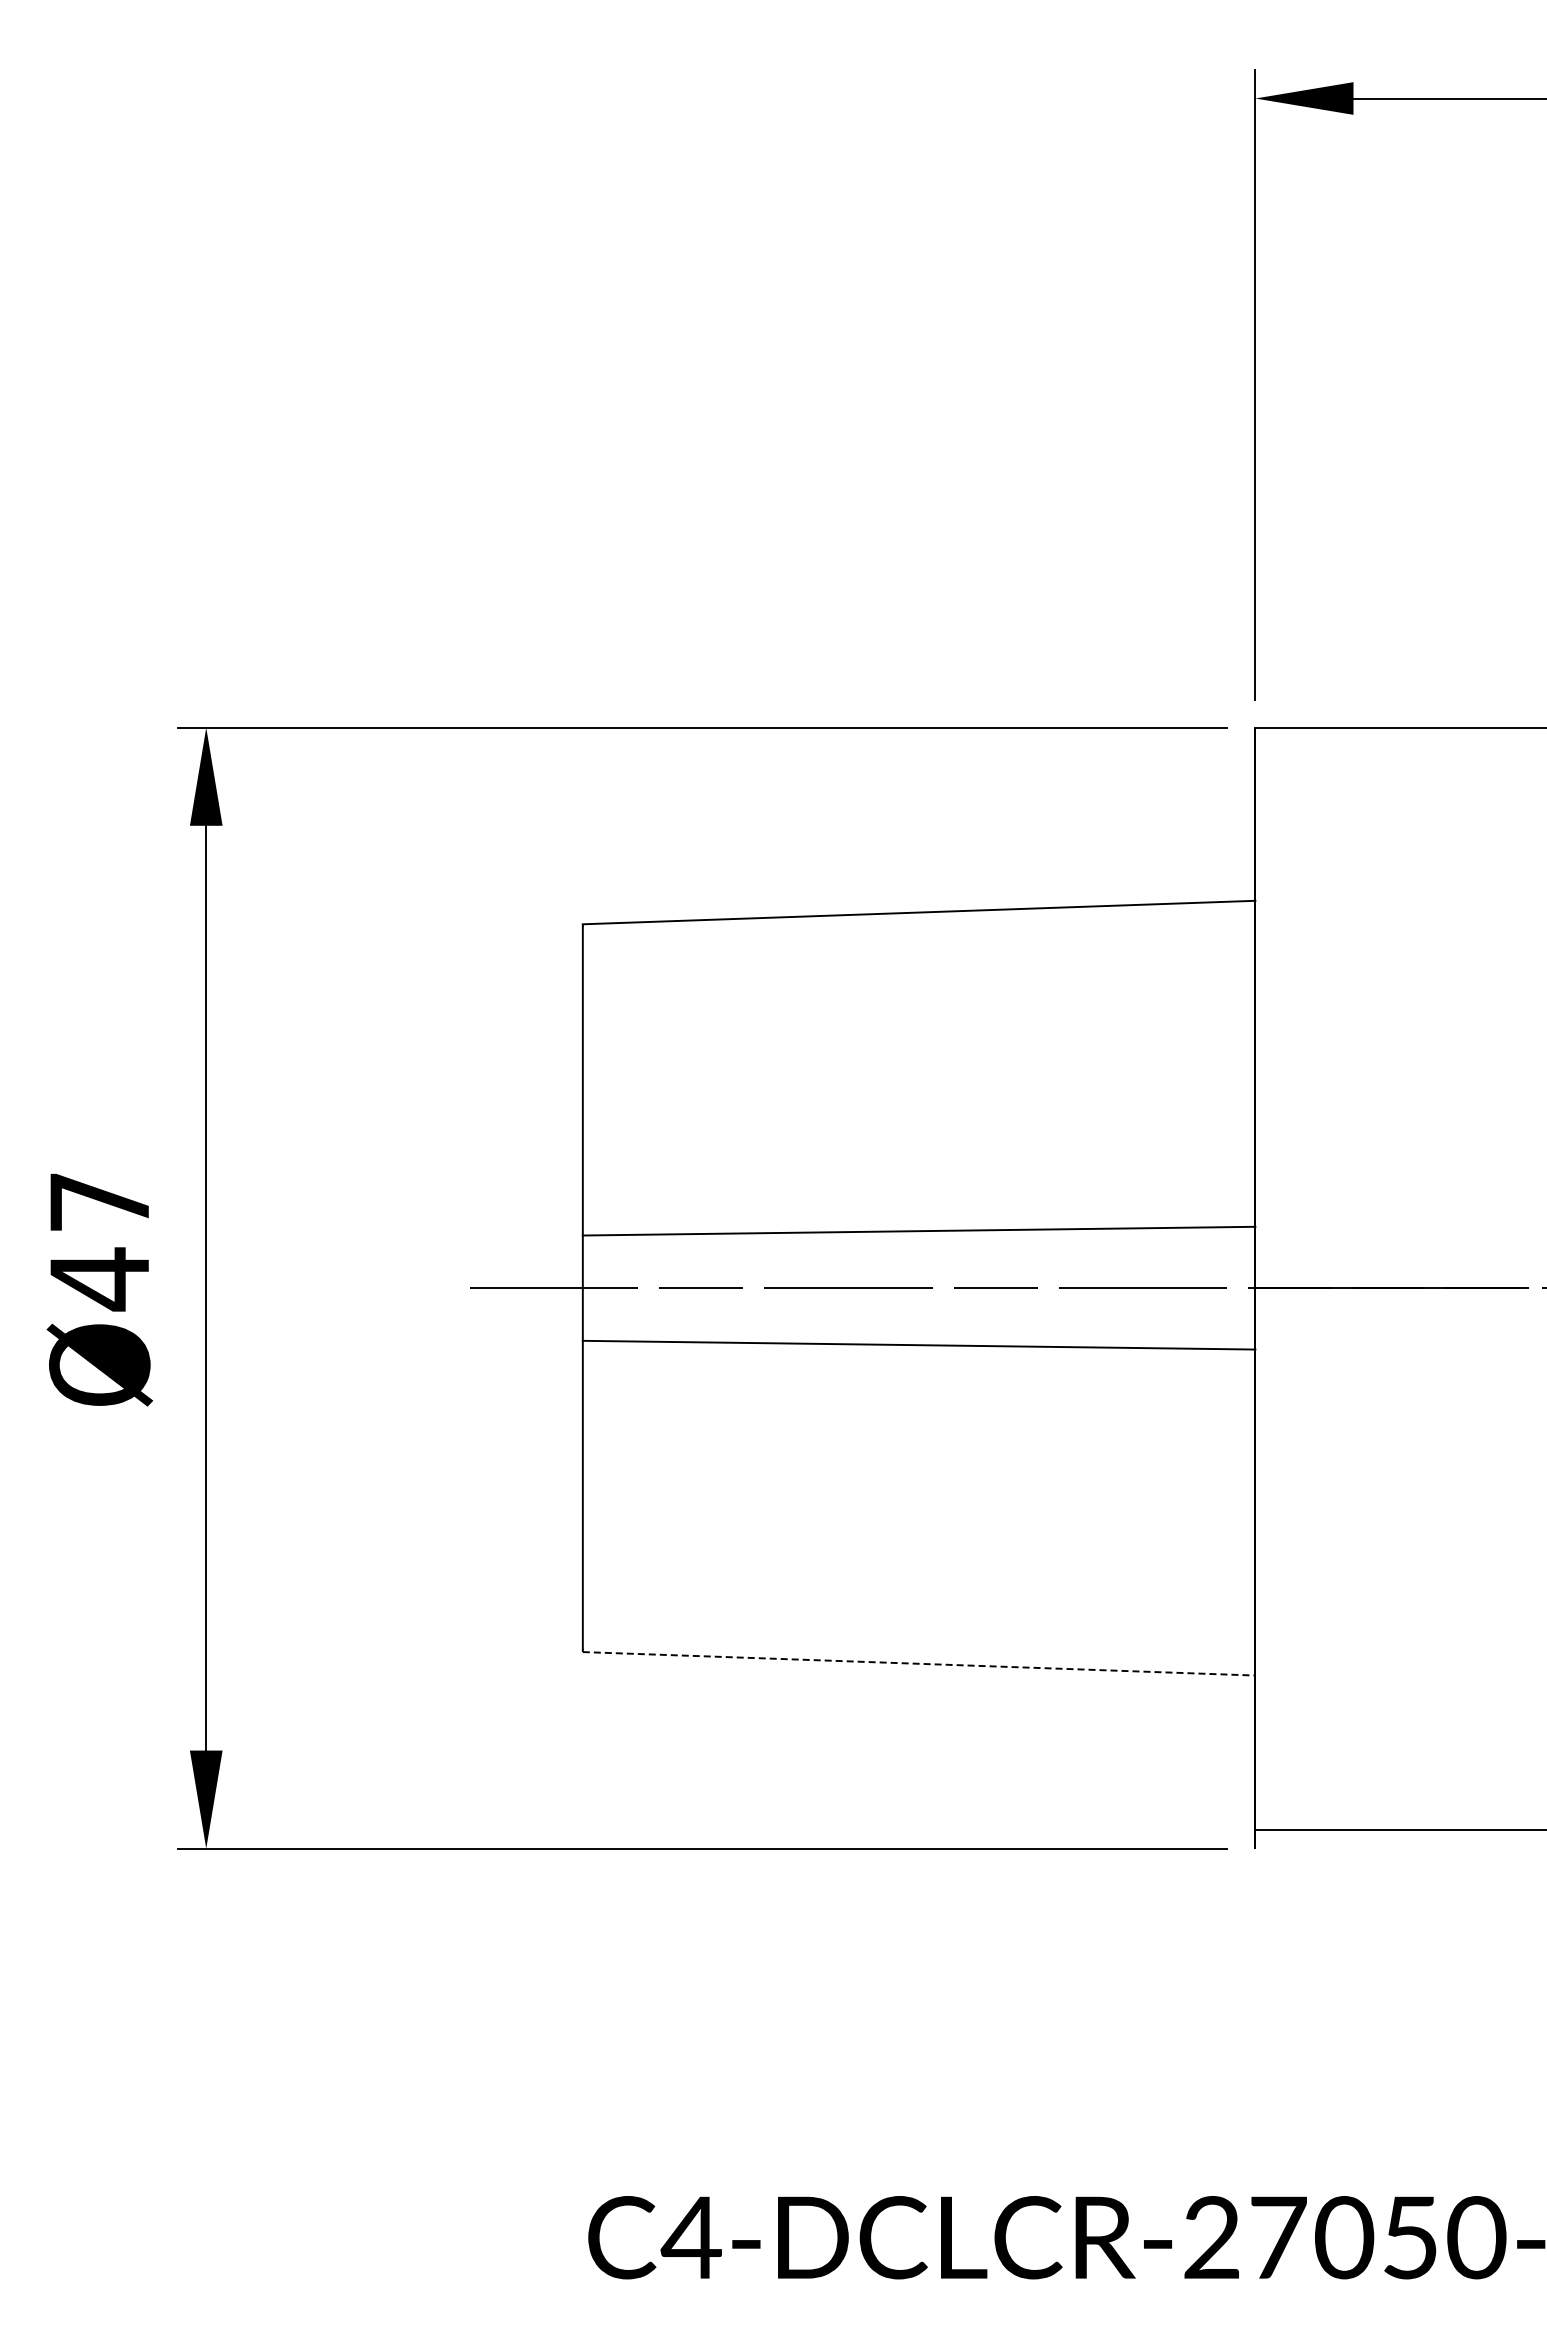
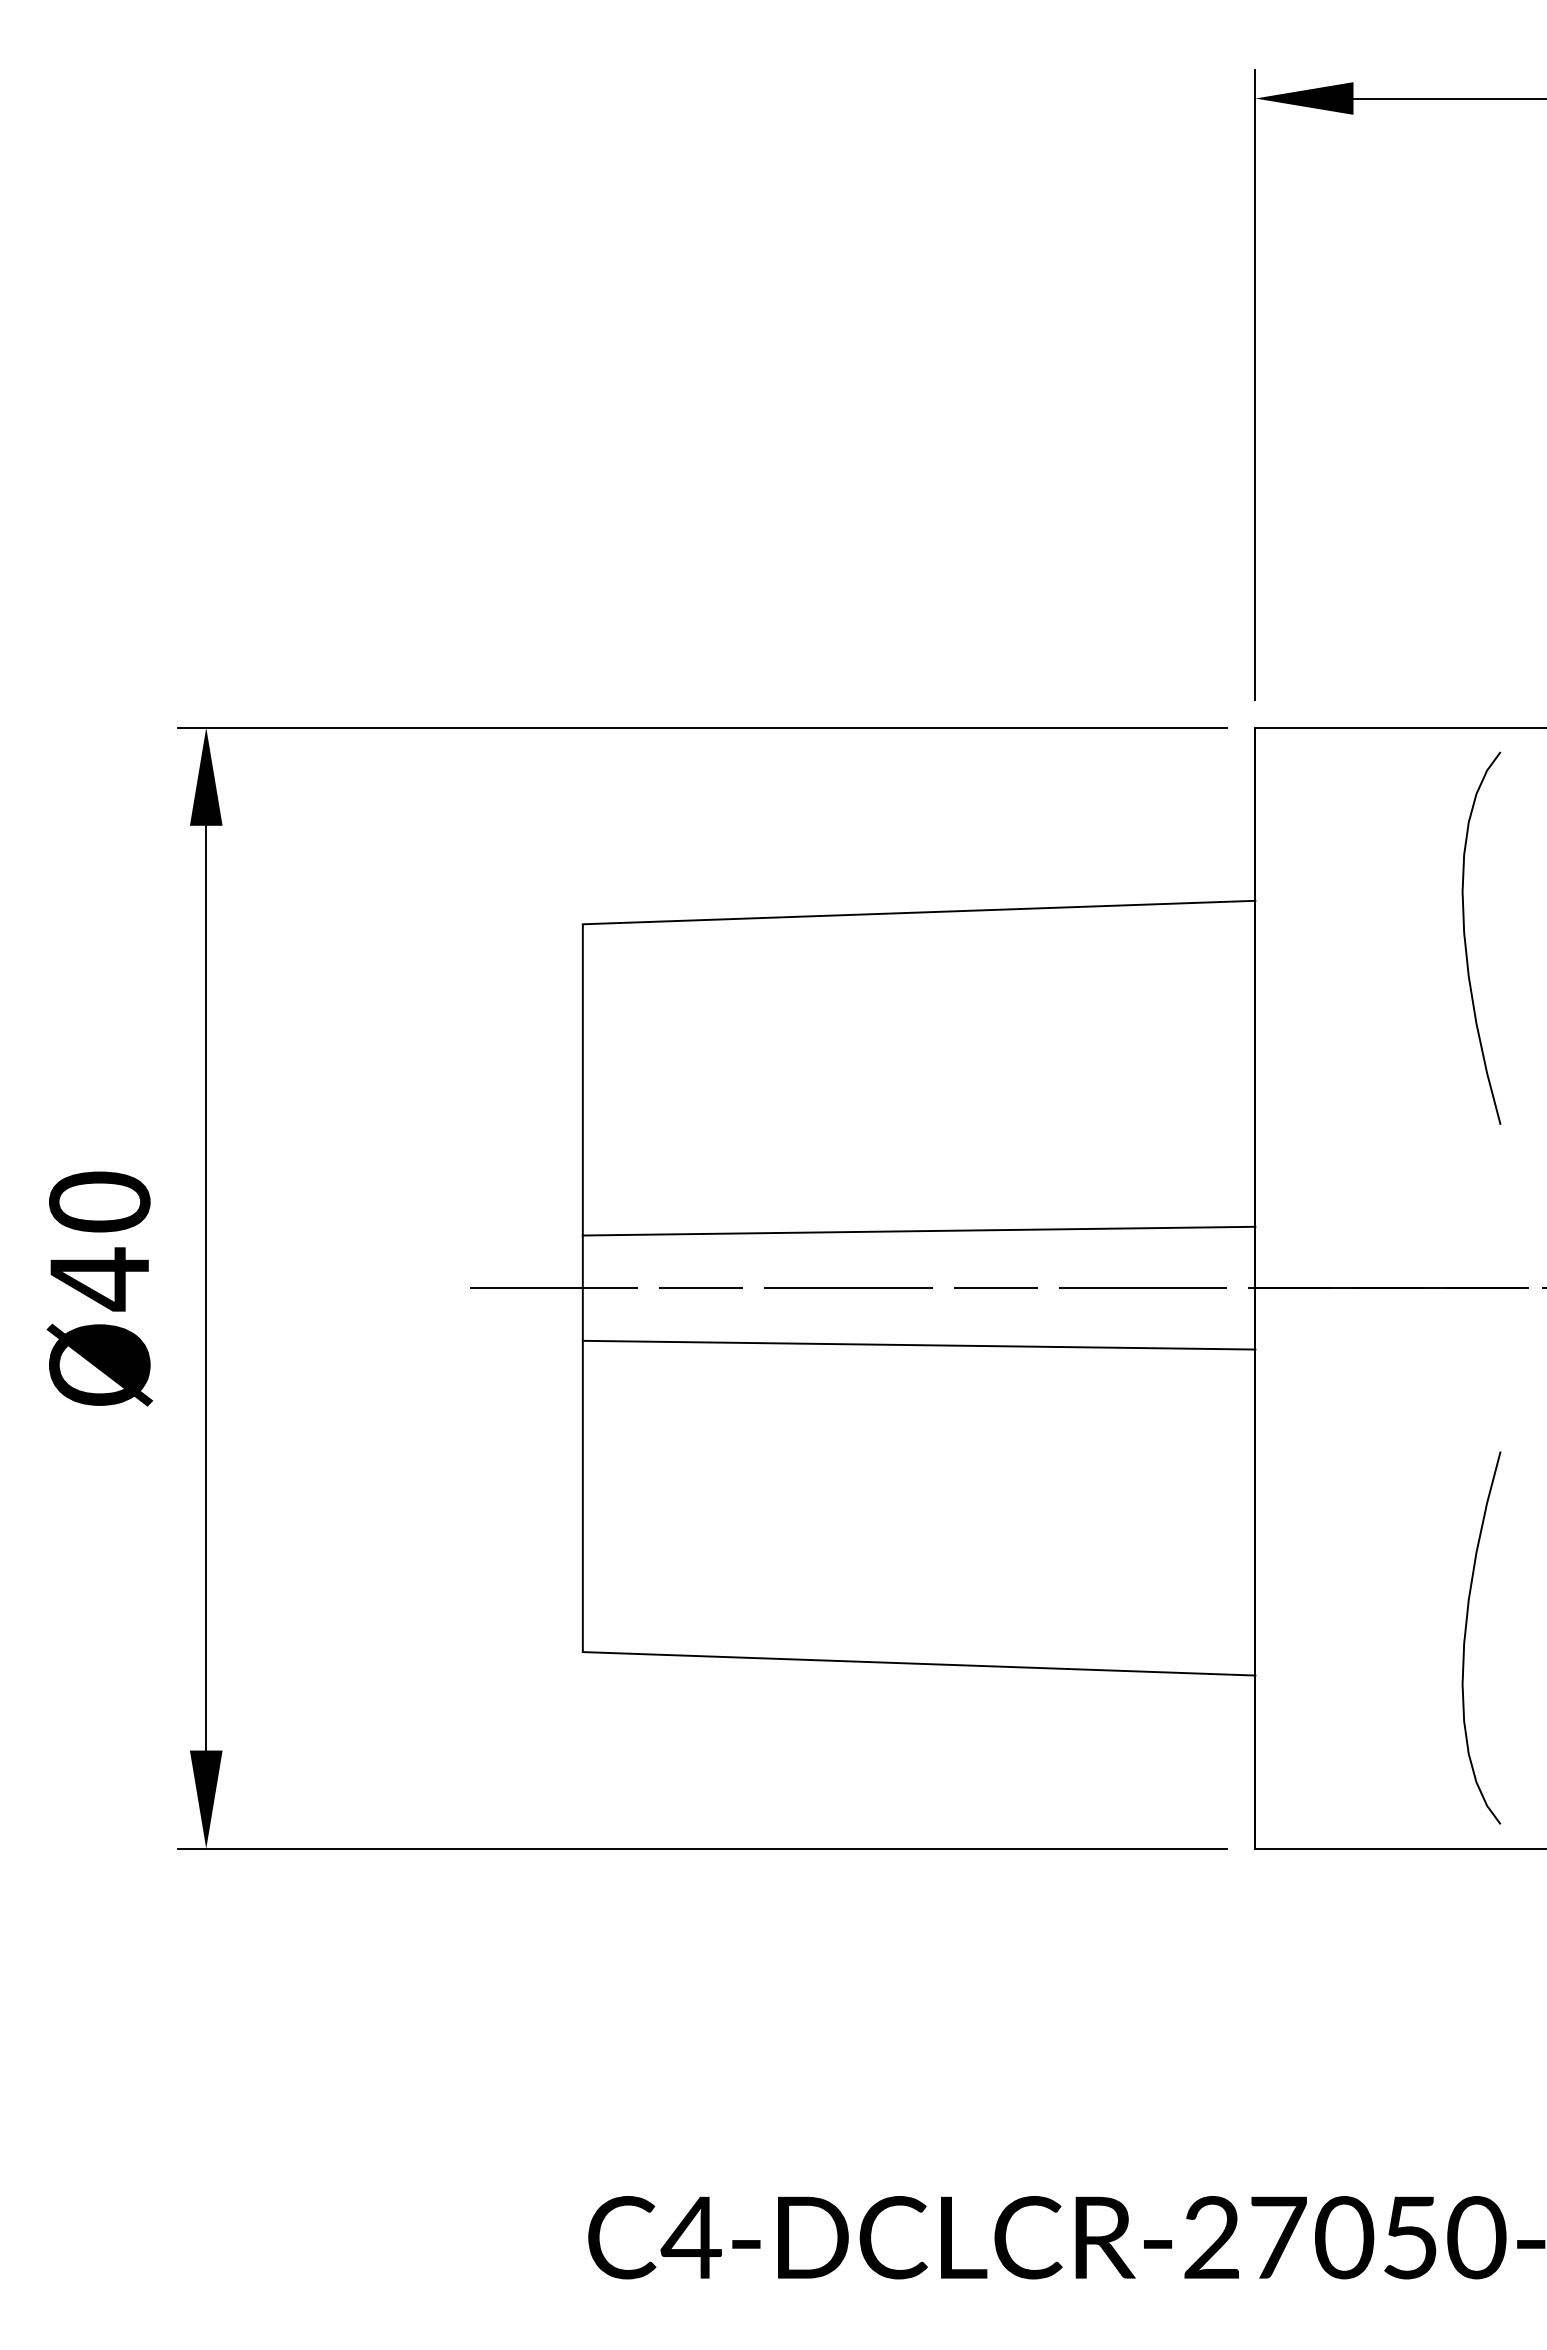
curve at (1466, 942): none -> present
text at (99, 1201): Ø47 -> Ø40
curve at (1466, 1633): none -> present
line at (919, 1663): dashed -> solid
line at (1399, 1829) position: (1399, 1829) -> (1399, 1848)
